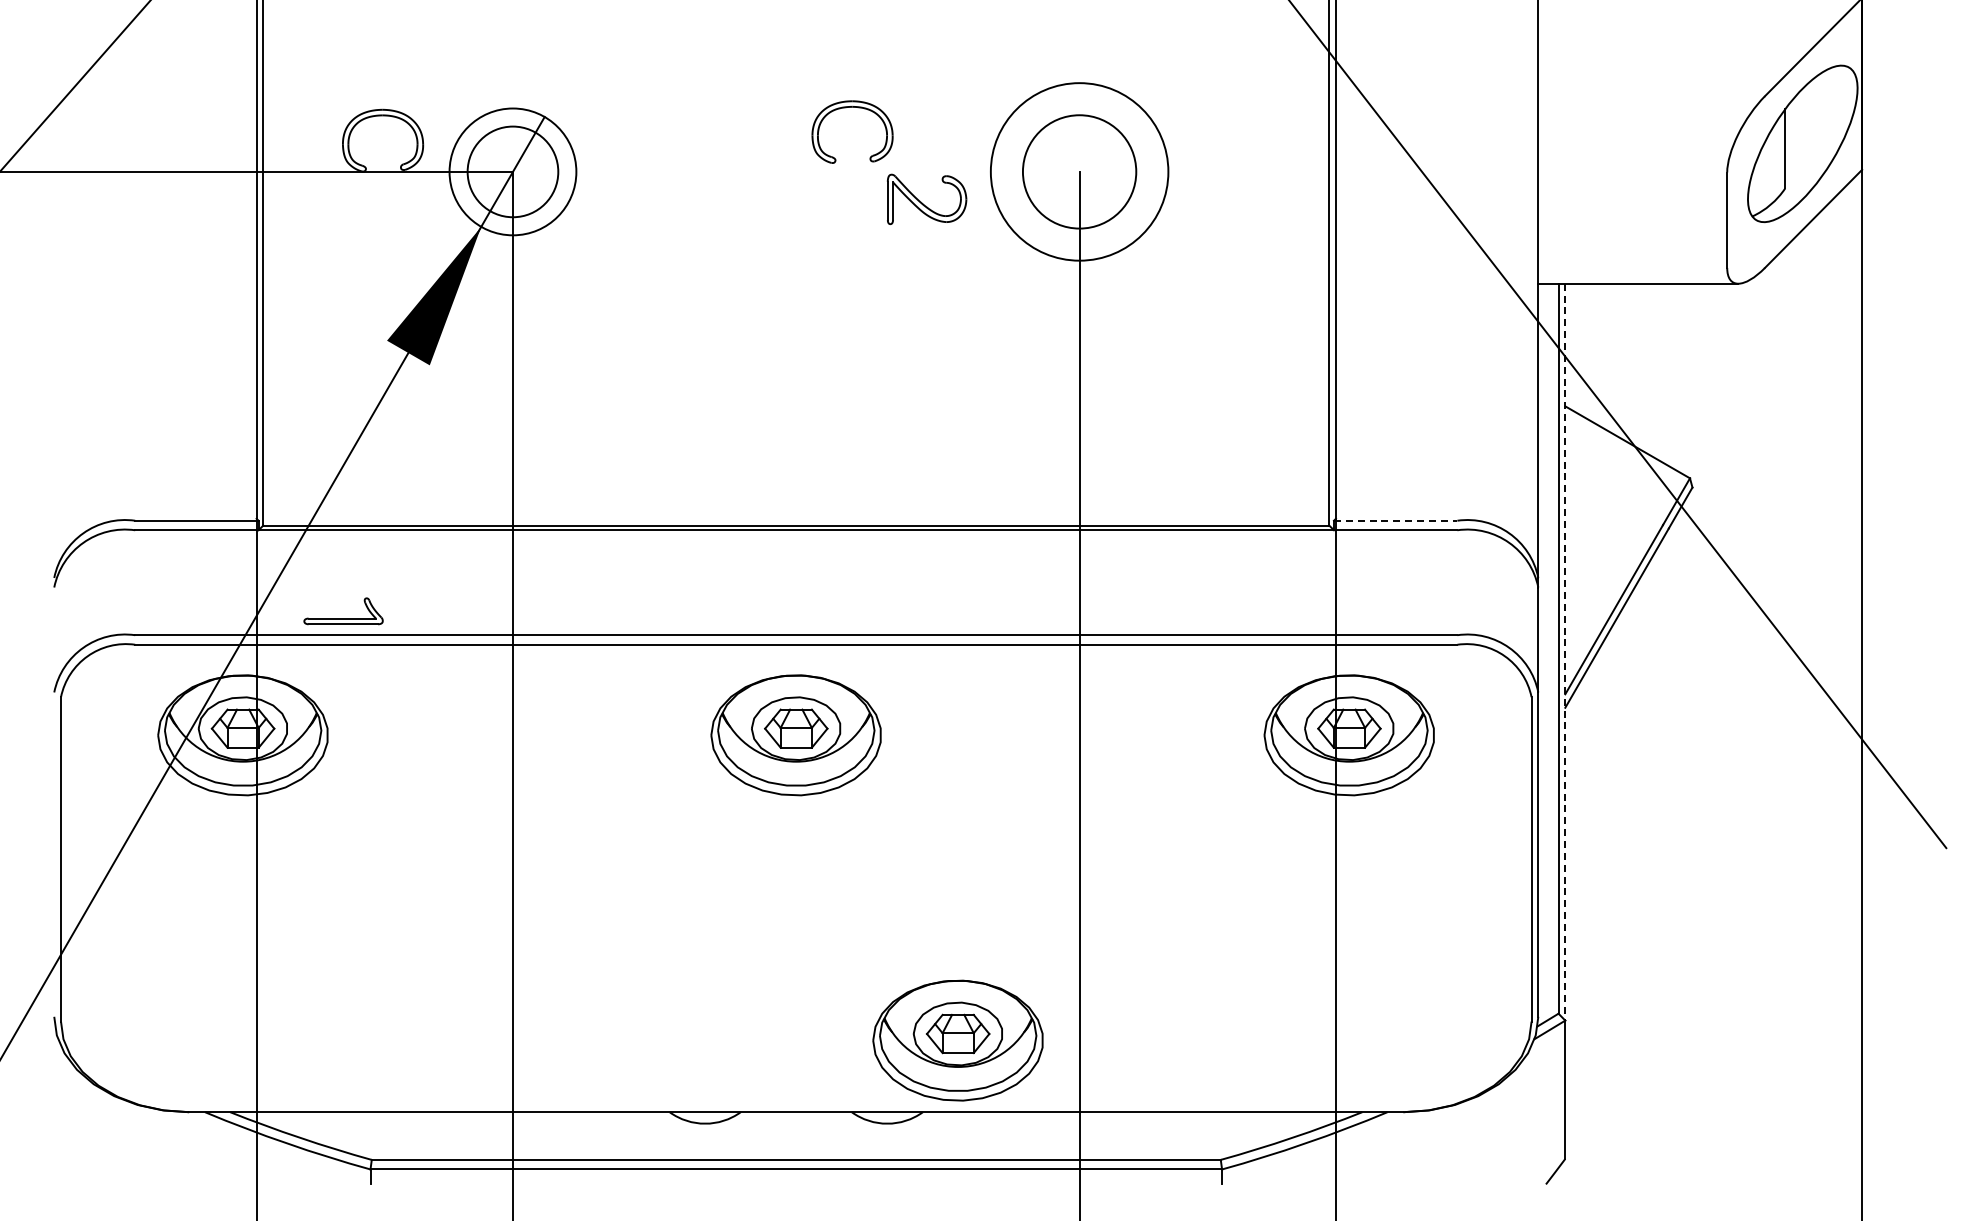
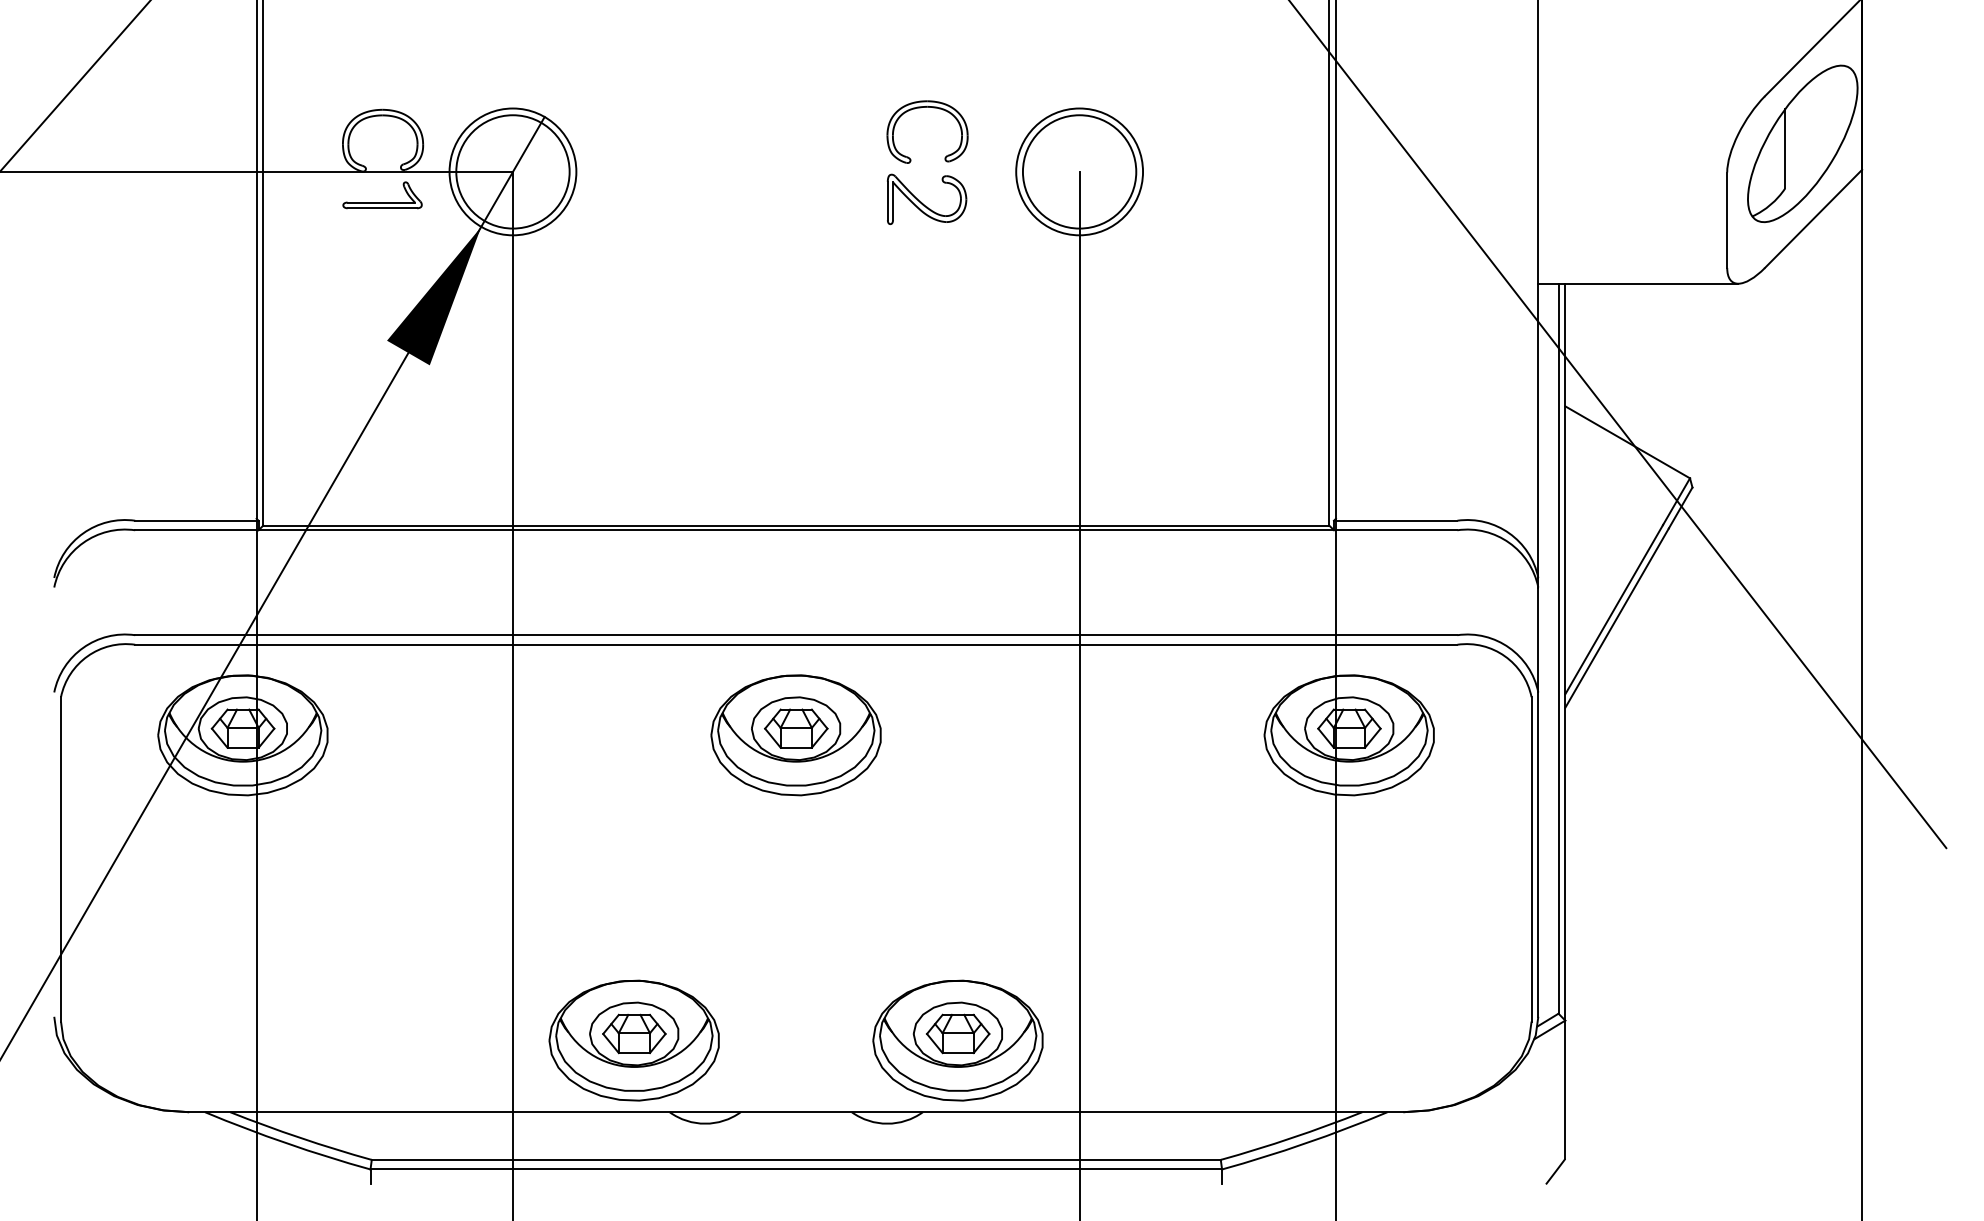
part at (858, 108) position: (858, 108) -> (933, 108)
circle at (512, 171) diameter: 91 px -> 113 px
circle at (1079, 171) diameter: 178 px -> 127 px
line at (1395, 520): dashed -> solid
part at (343, 618) position: (343, 618) -> (382, 202)
line at (1565, 652): dashed -> solid
part at (633, 1040): none -> present
